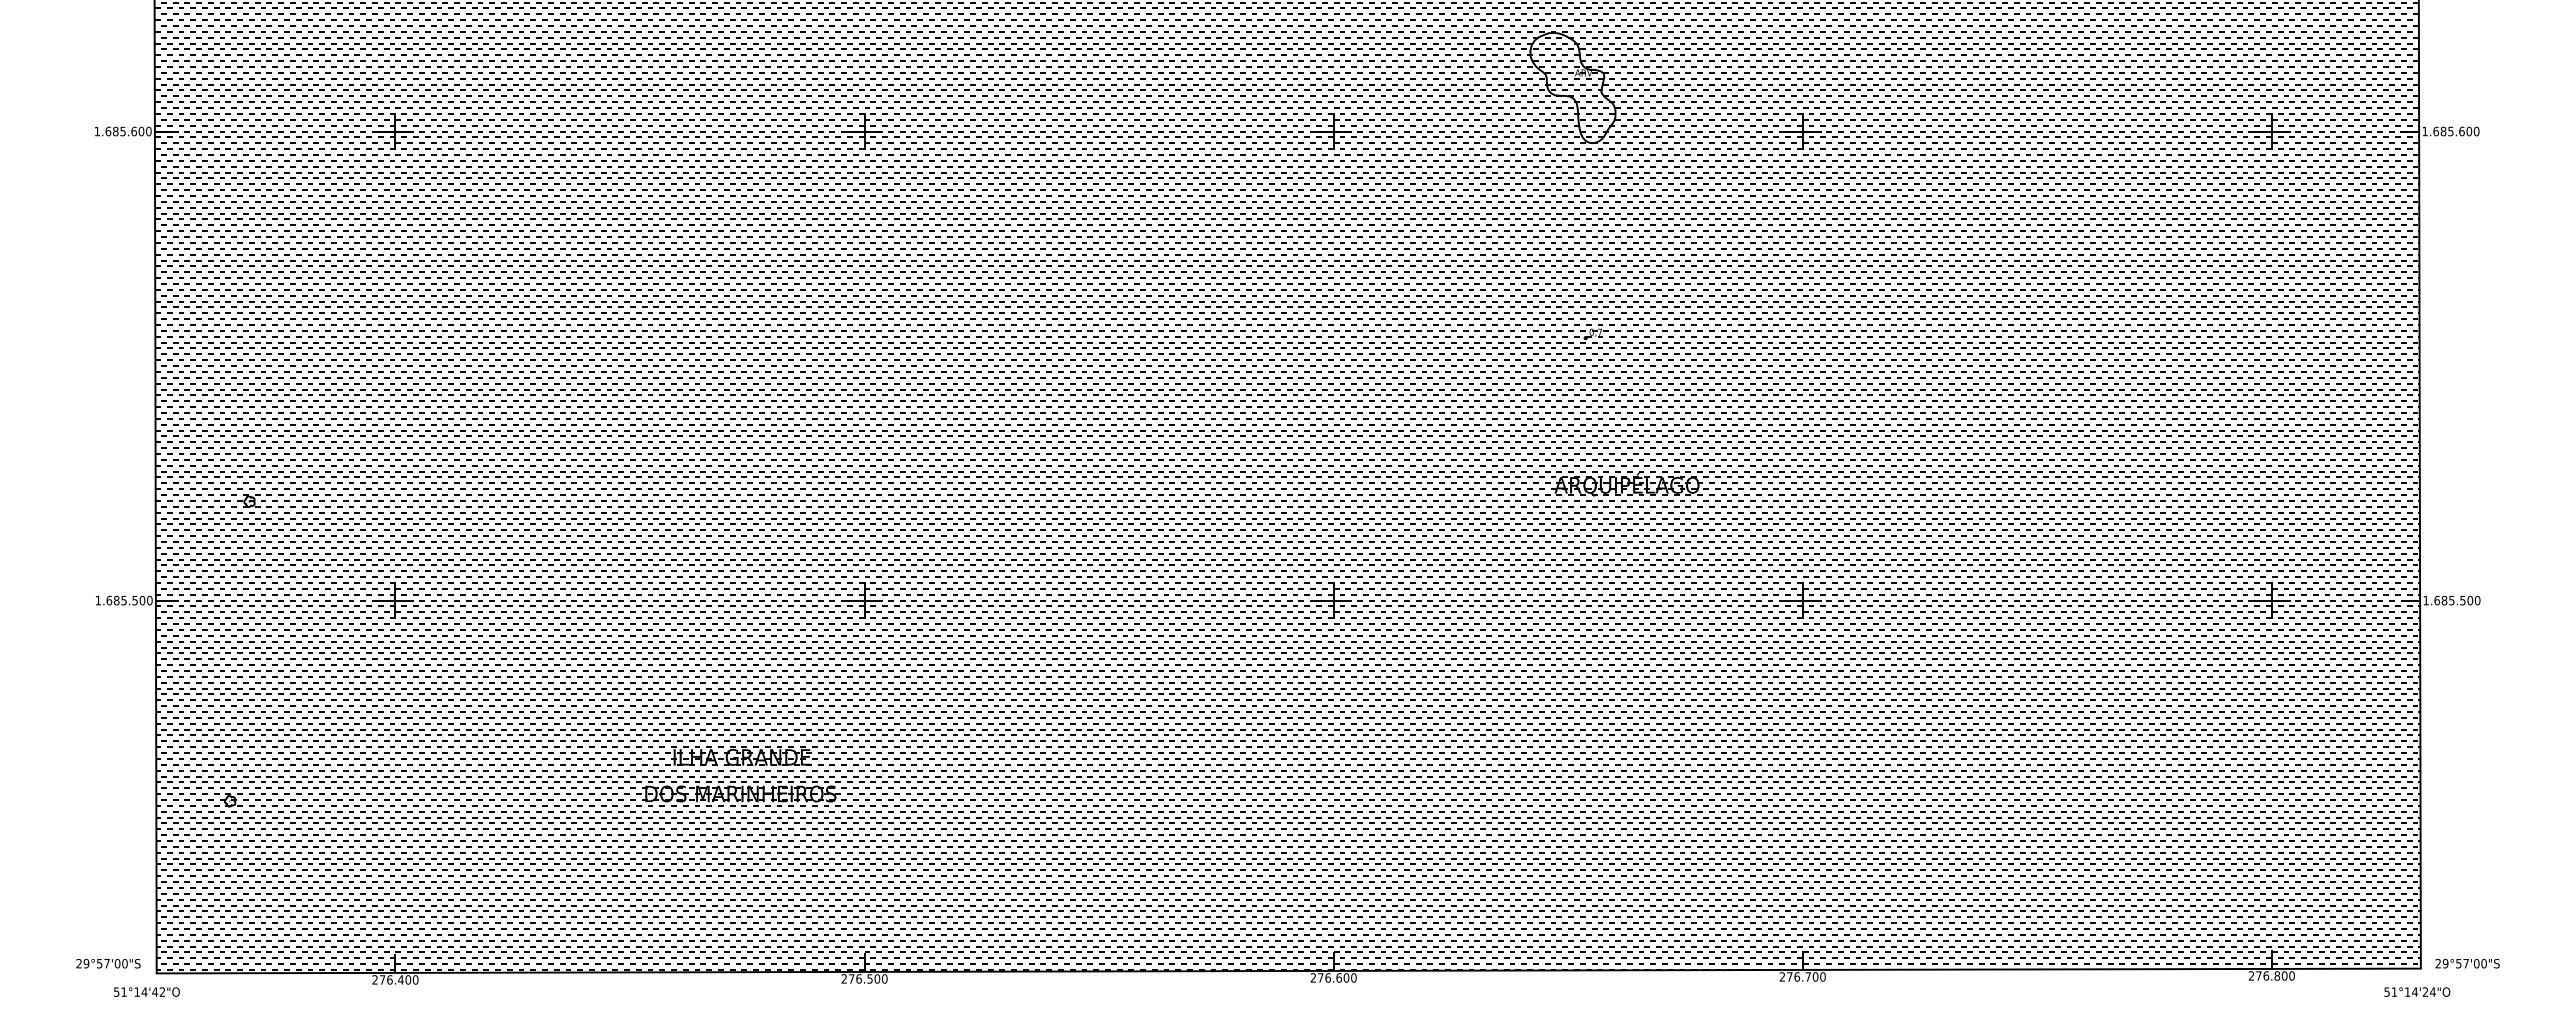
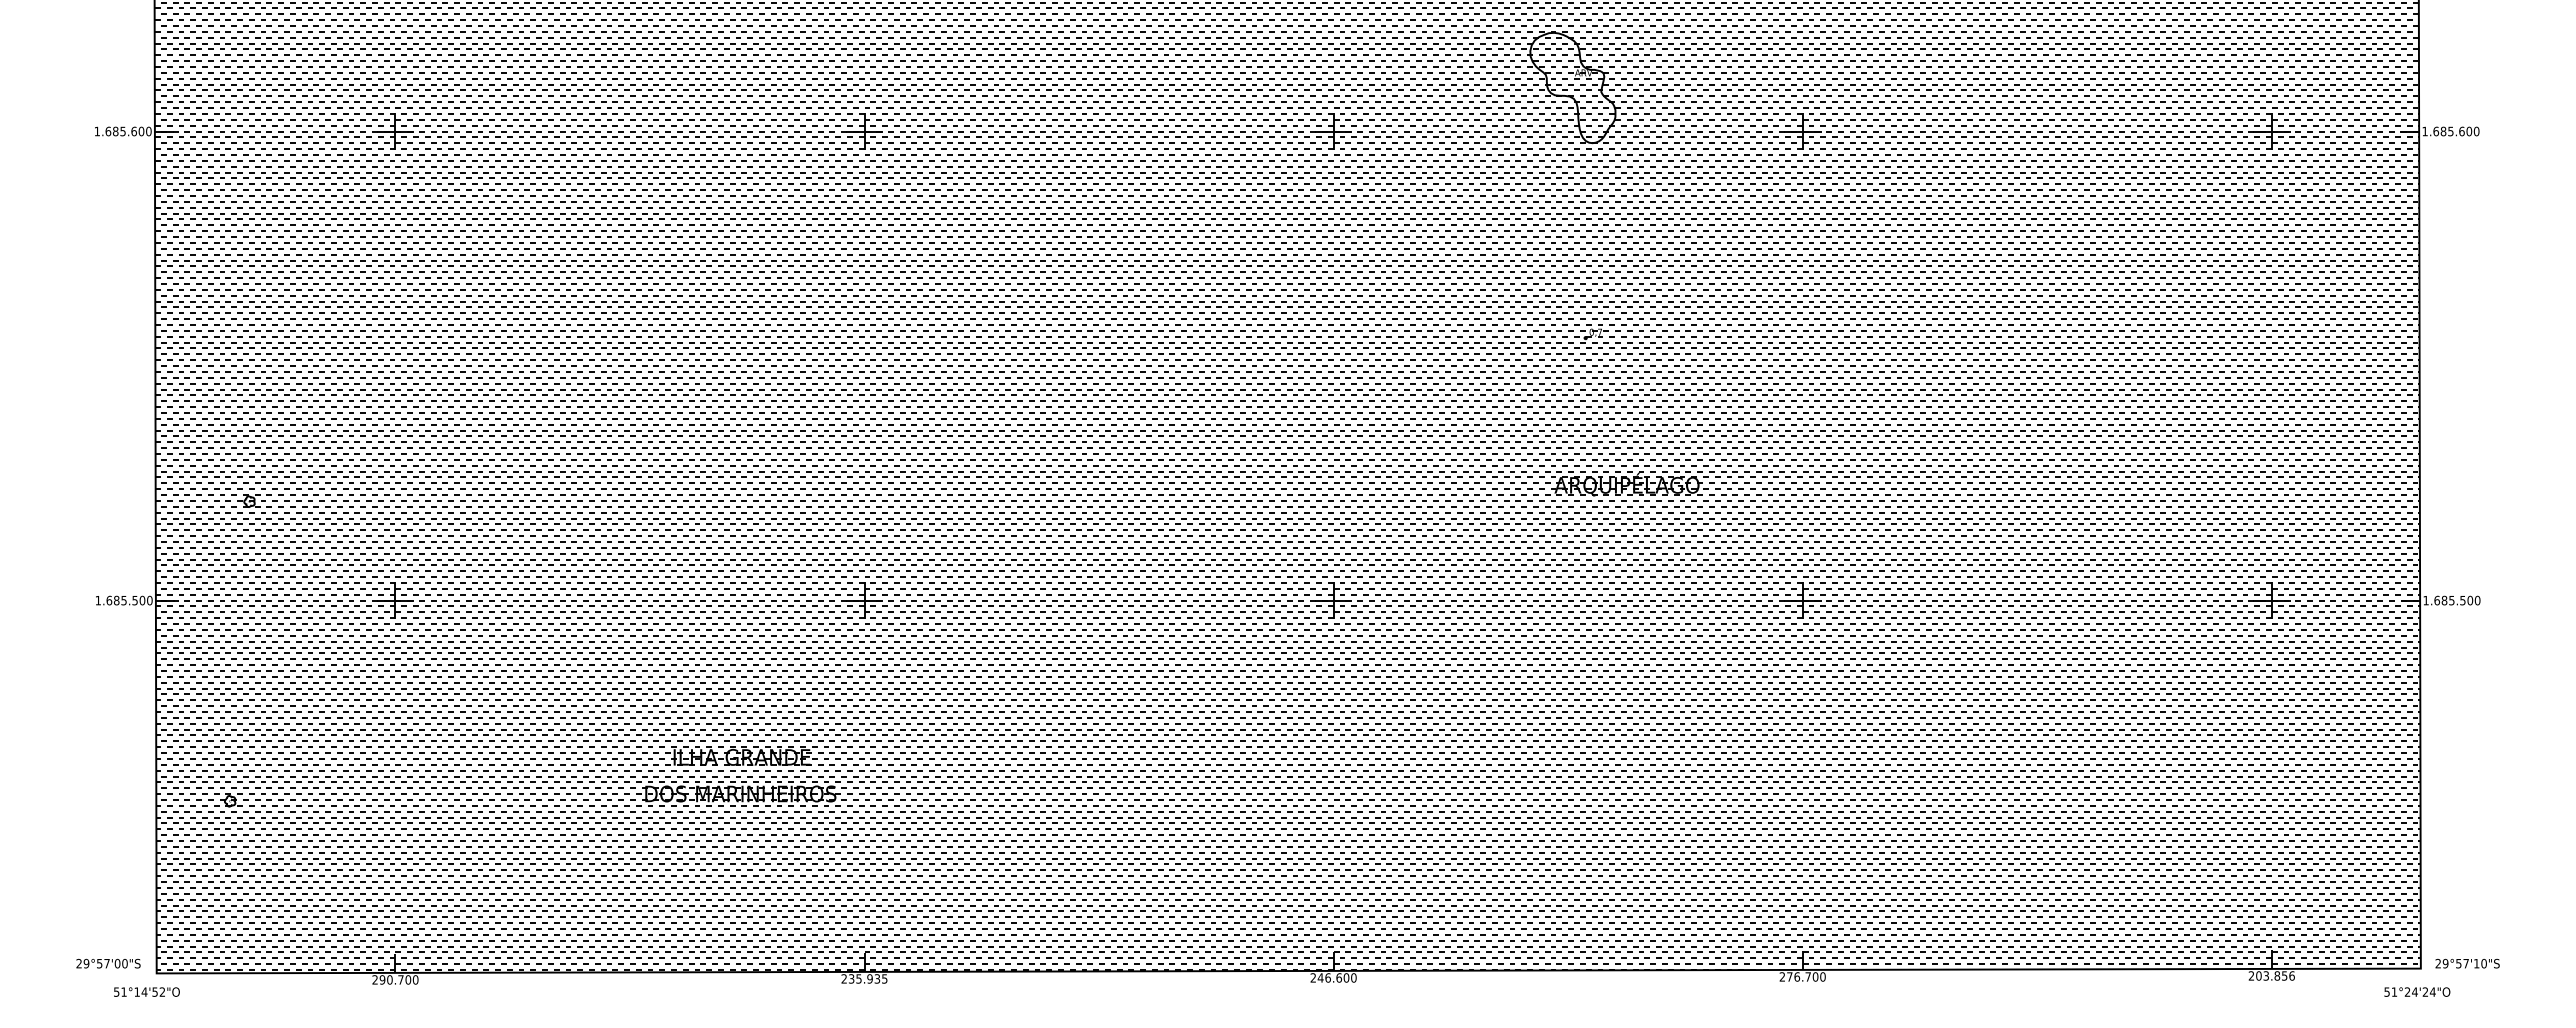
text at (2476, 963): 29°57'00"S -> 29°57'10"S
text at (2275, 975): 276.800 -> 203.856
text at (1320, 977): 276.600 -> 246.600
text at (867, 978): 276.500 -> 235.935
text at (391, 979): 276.400 -> 290.700
text at (155, 991): 51°14'42"O -> 51°14'52"O
text at (2406, 991): 51°14'24"O -> 51°24'24"O
